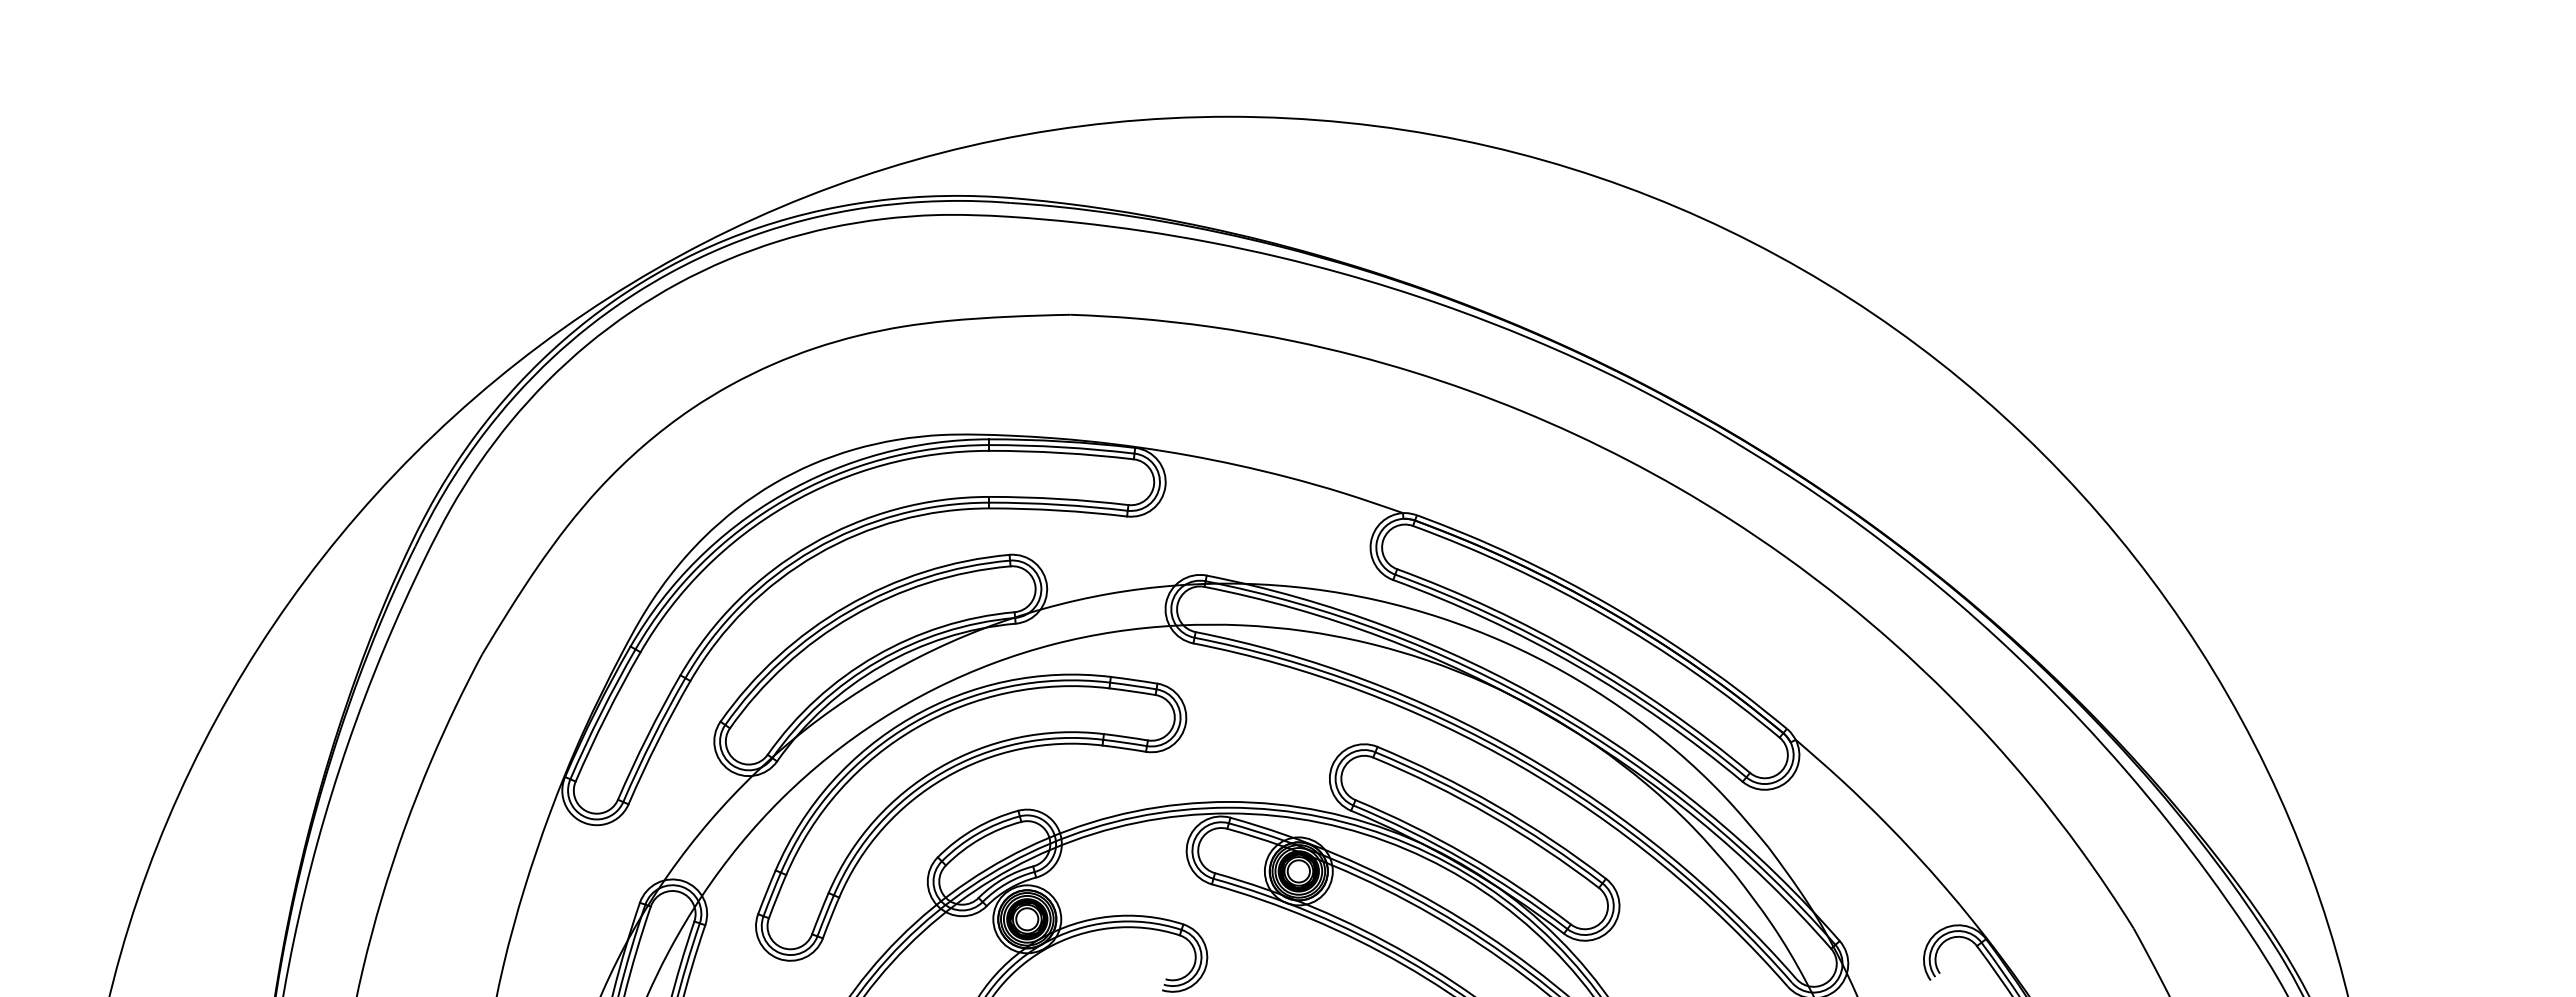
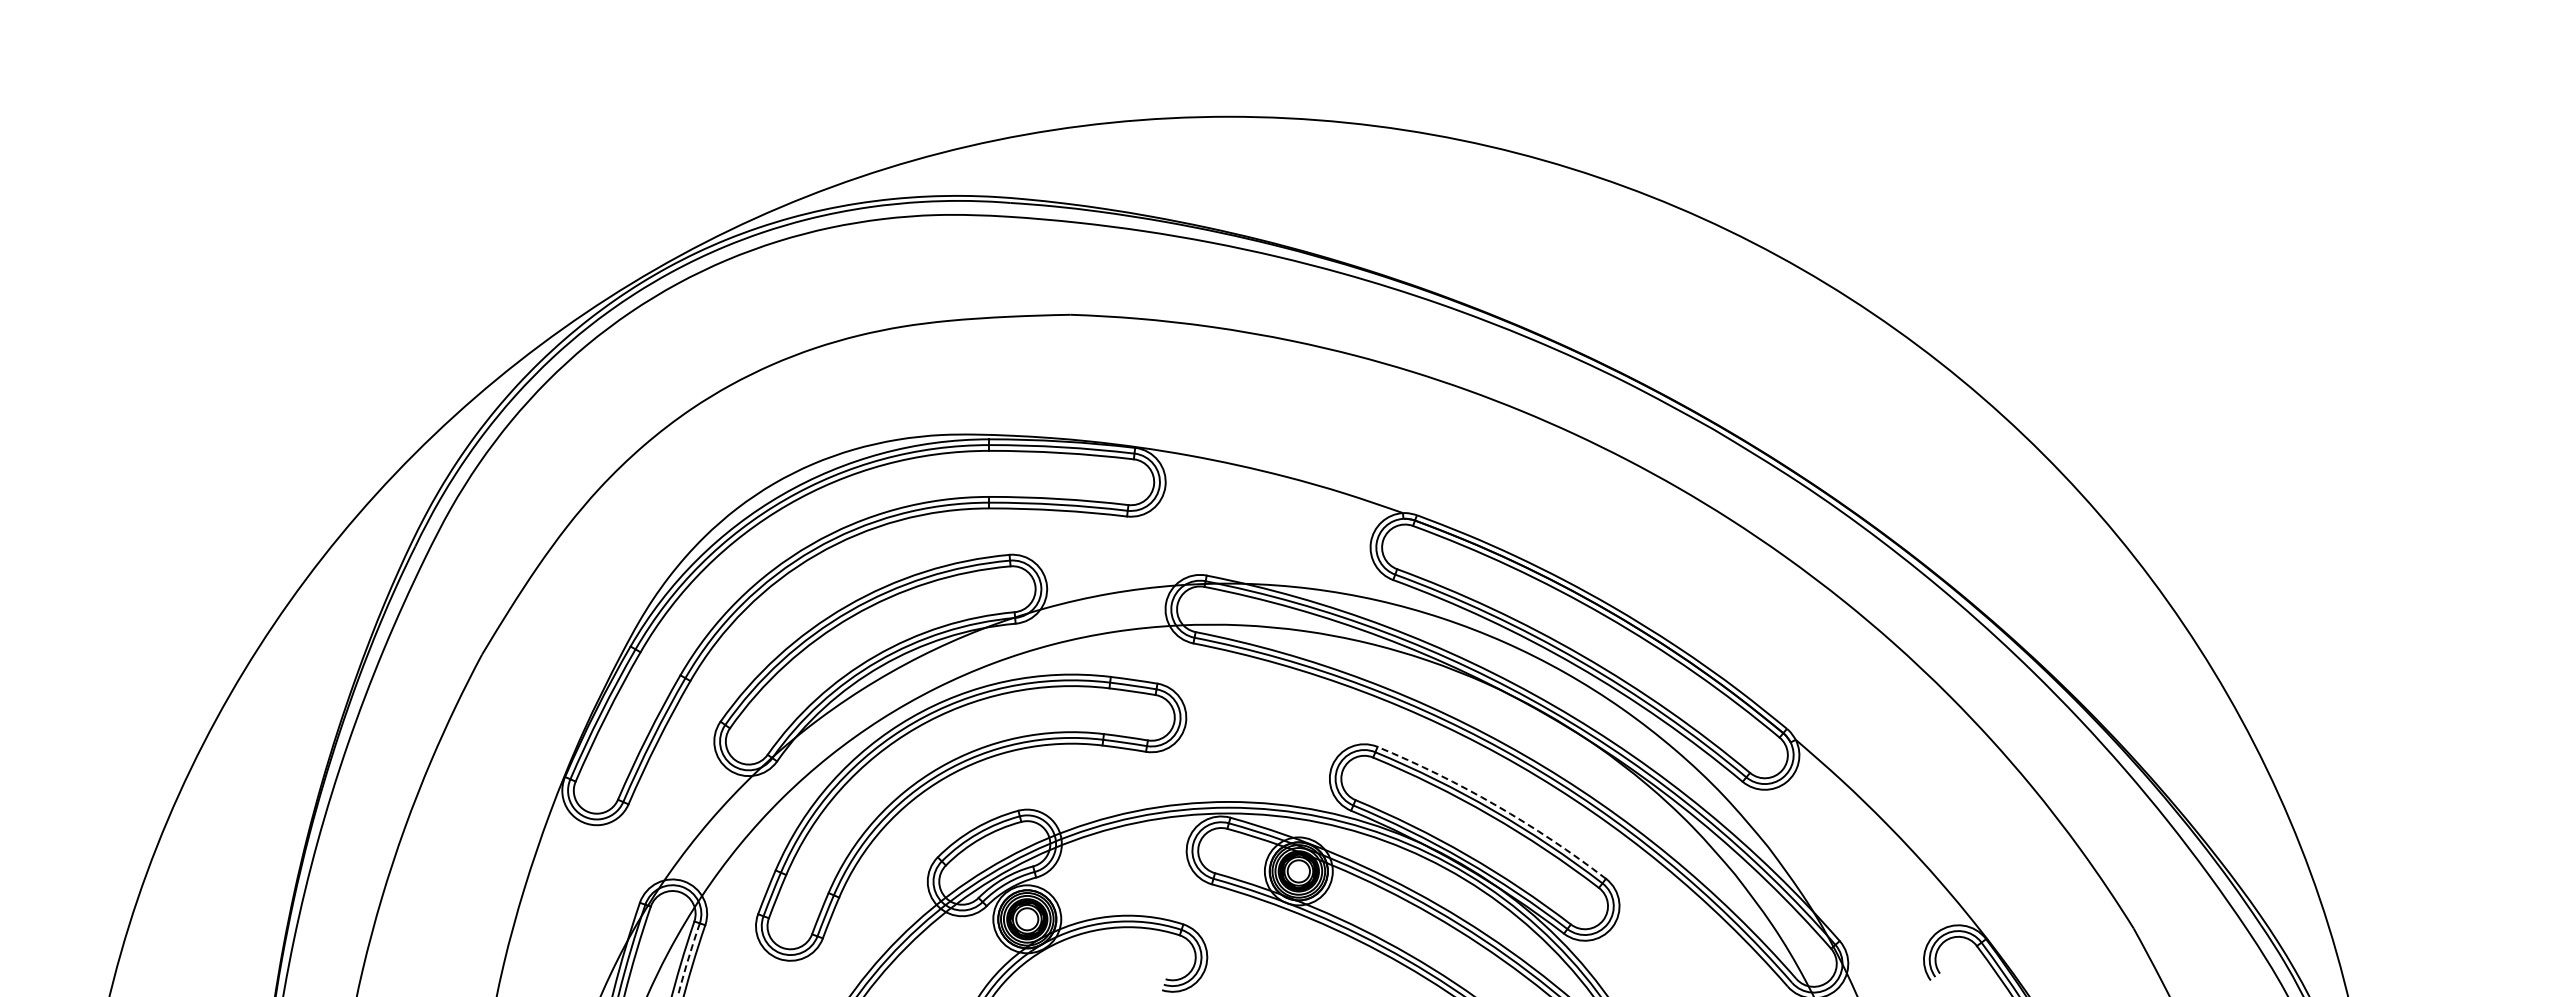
arc at (1496, 805): solid -> dashed
arc at (687, 960): solid -> dashed
